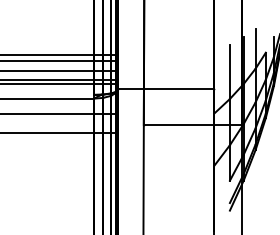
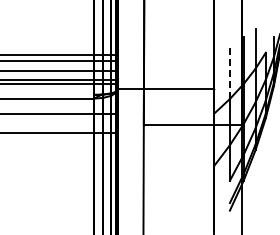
line at (229, 72): solid -> dashed
